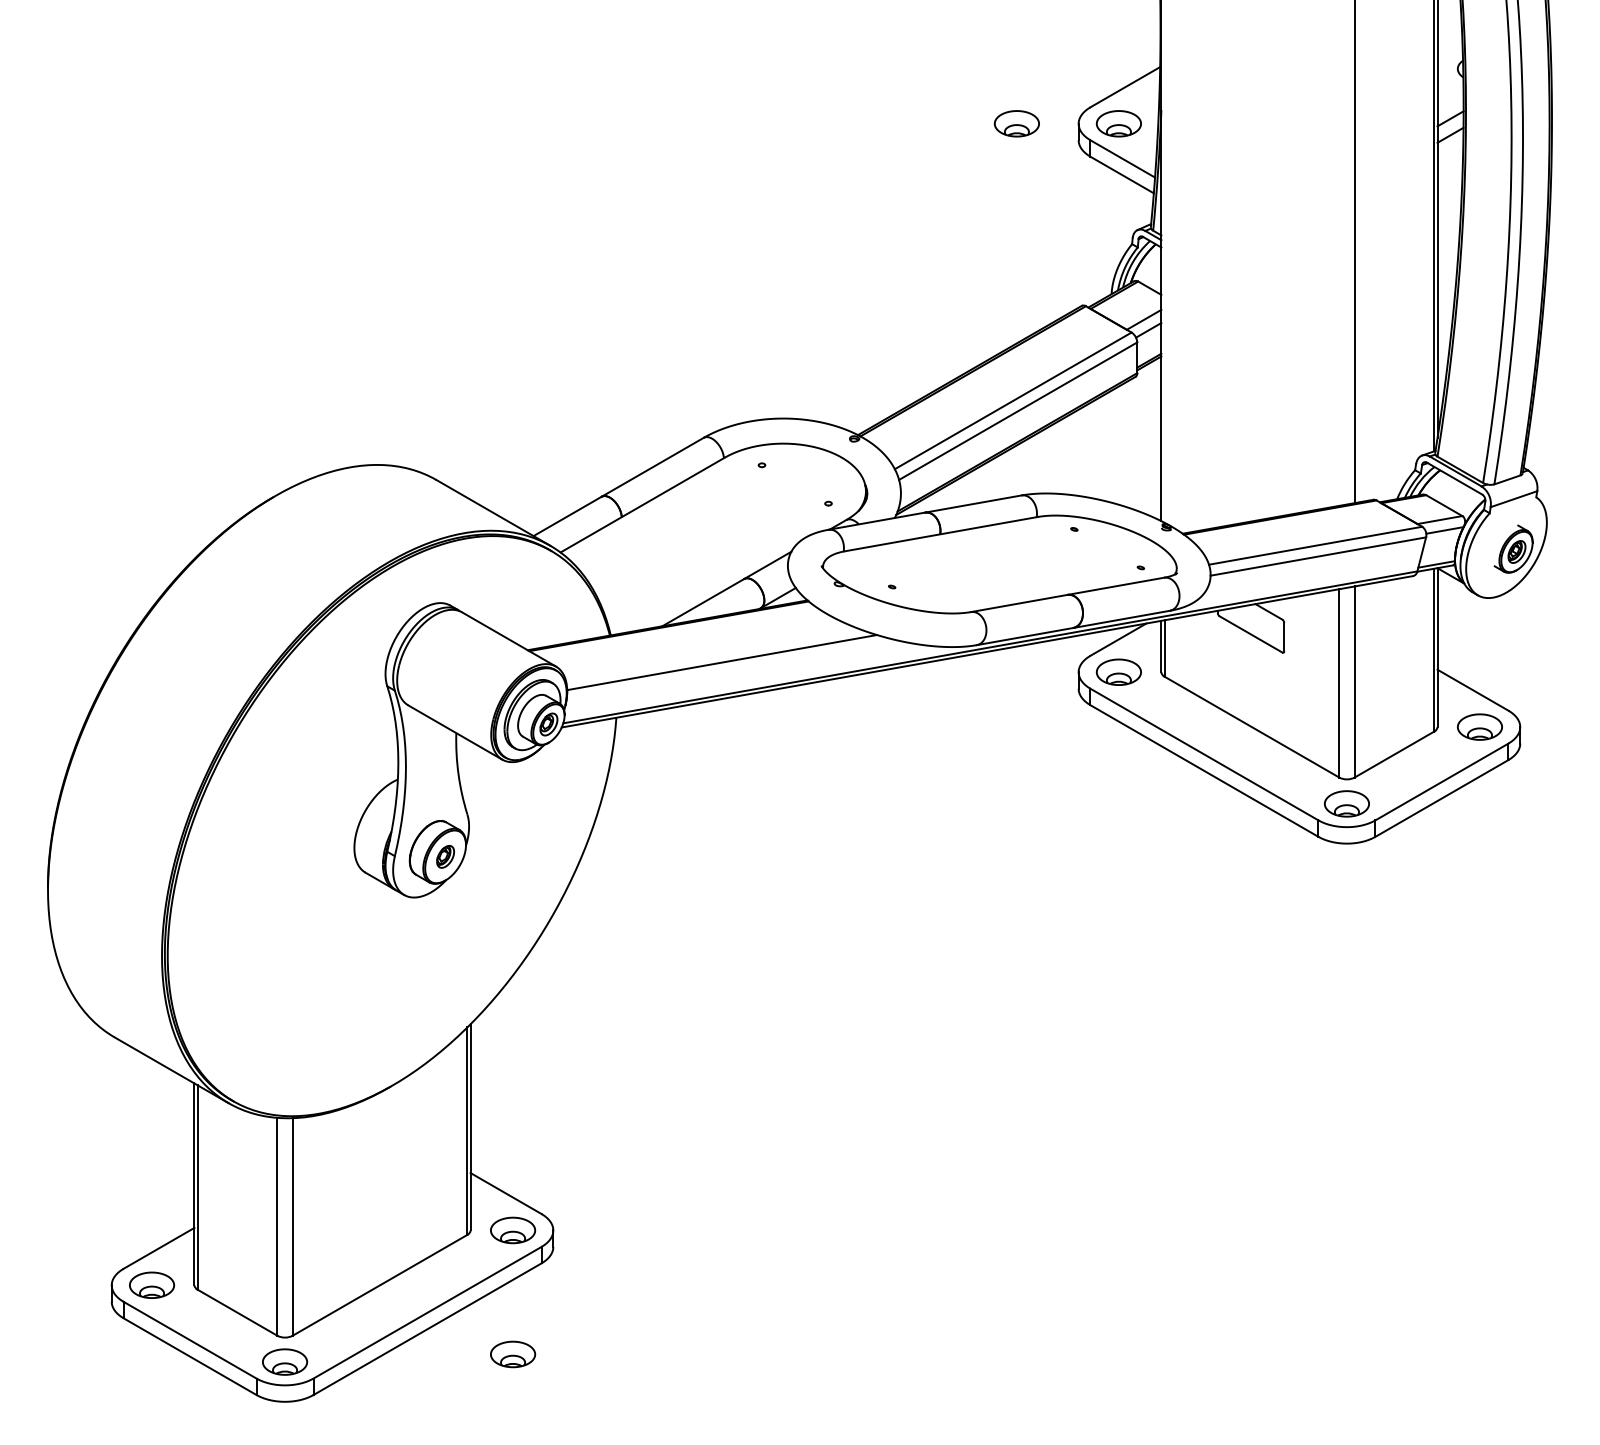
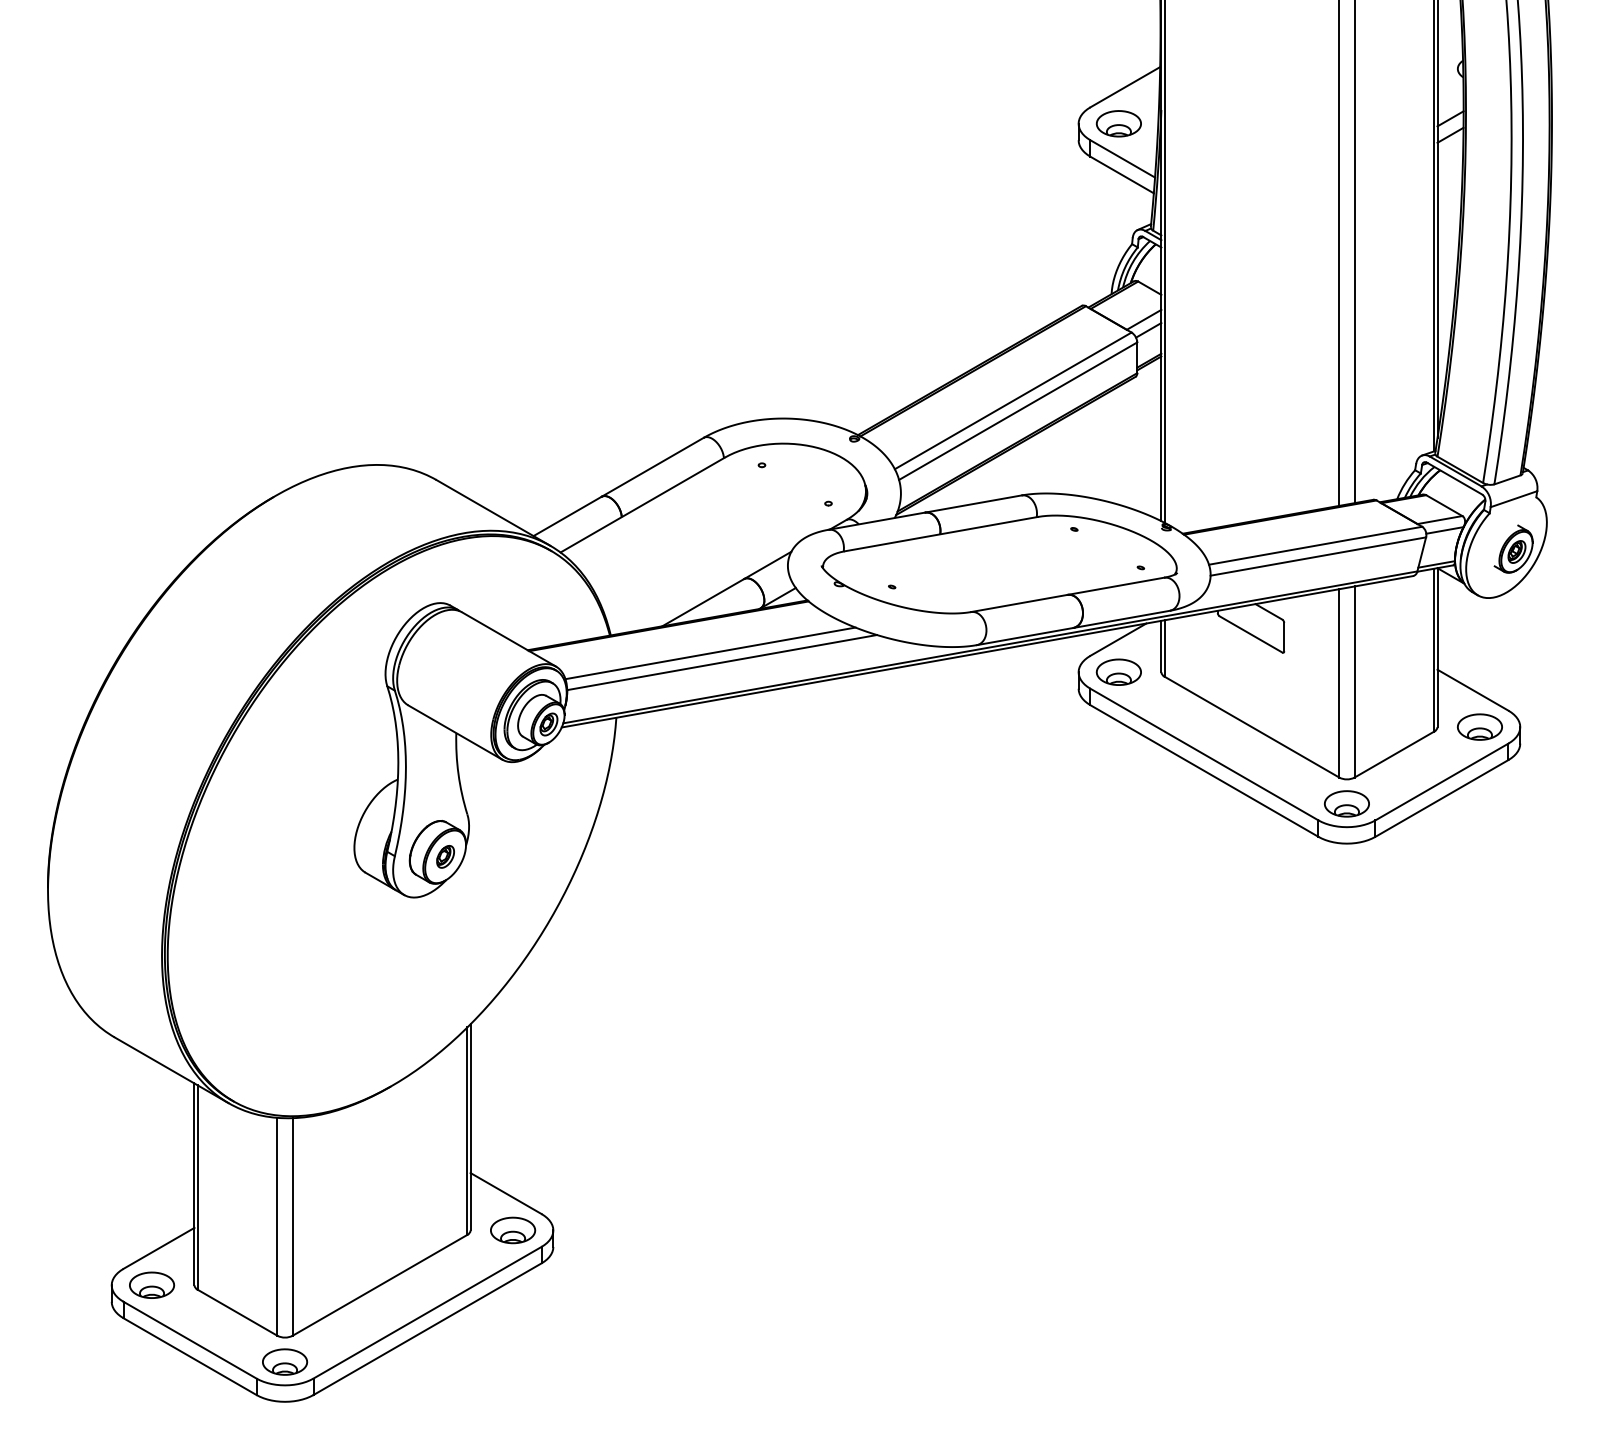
part at (1016, 123): present -> none
line at (1339, 253): none -> present
line at (1164, 262): none -> present
line at (710, 653): none -> present
part at (513, 1354): present -> none
